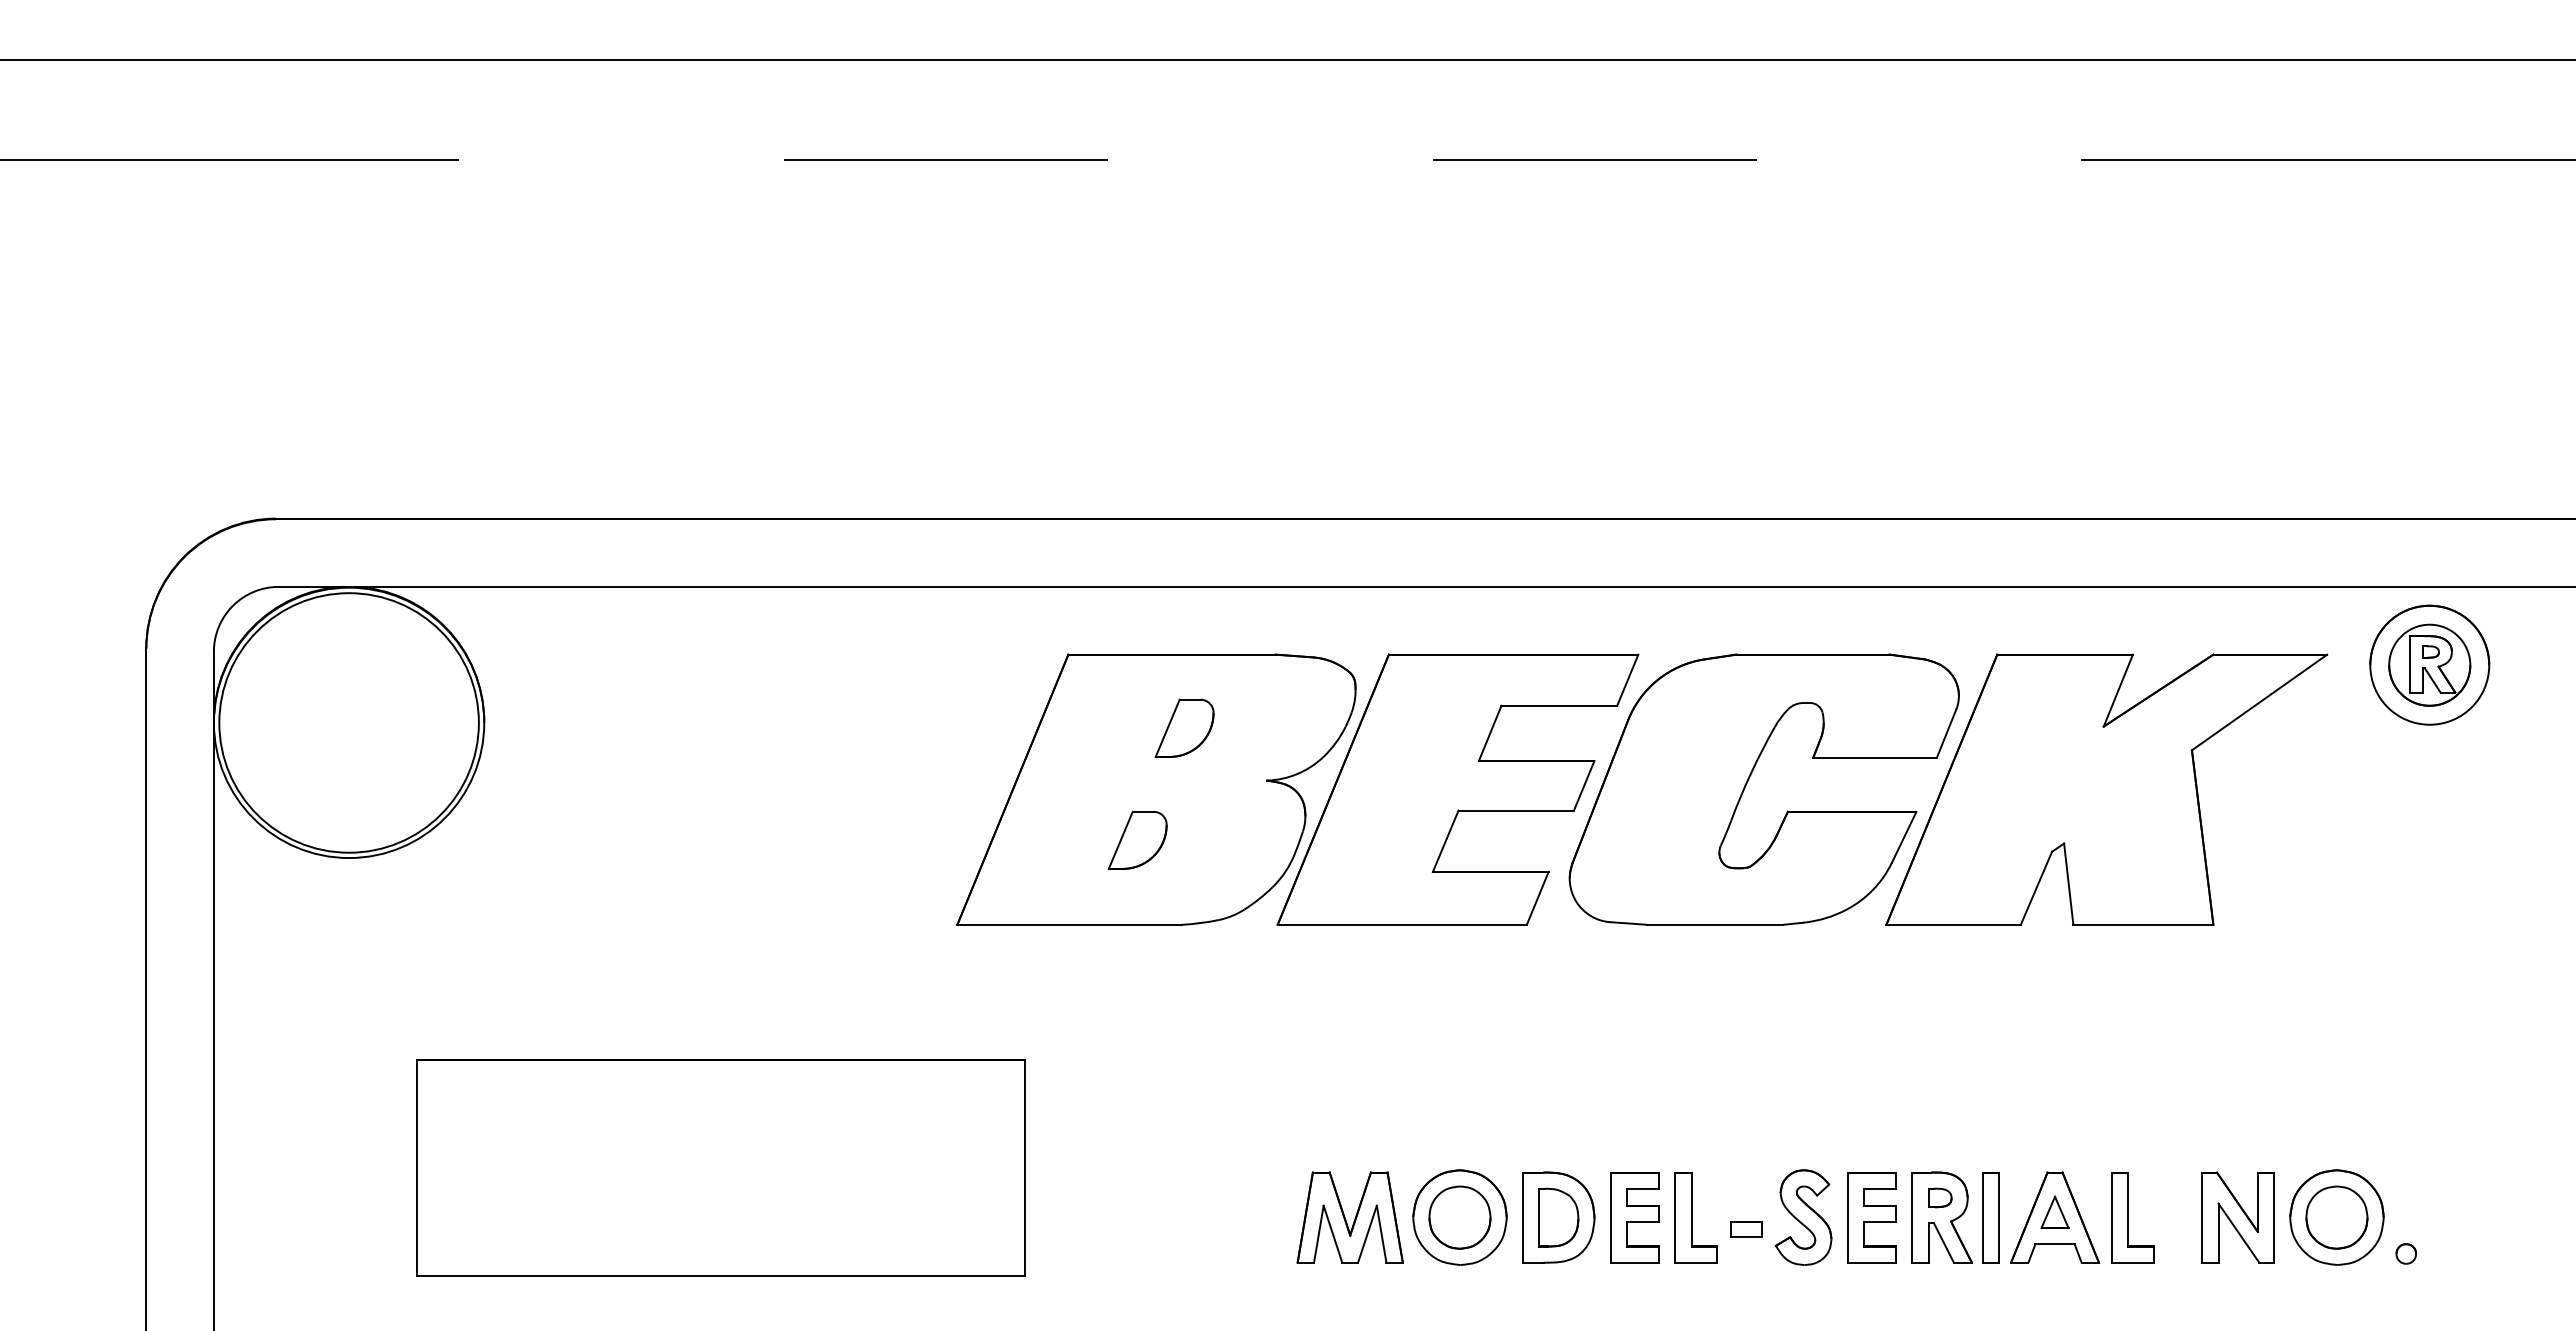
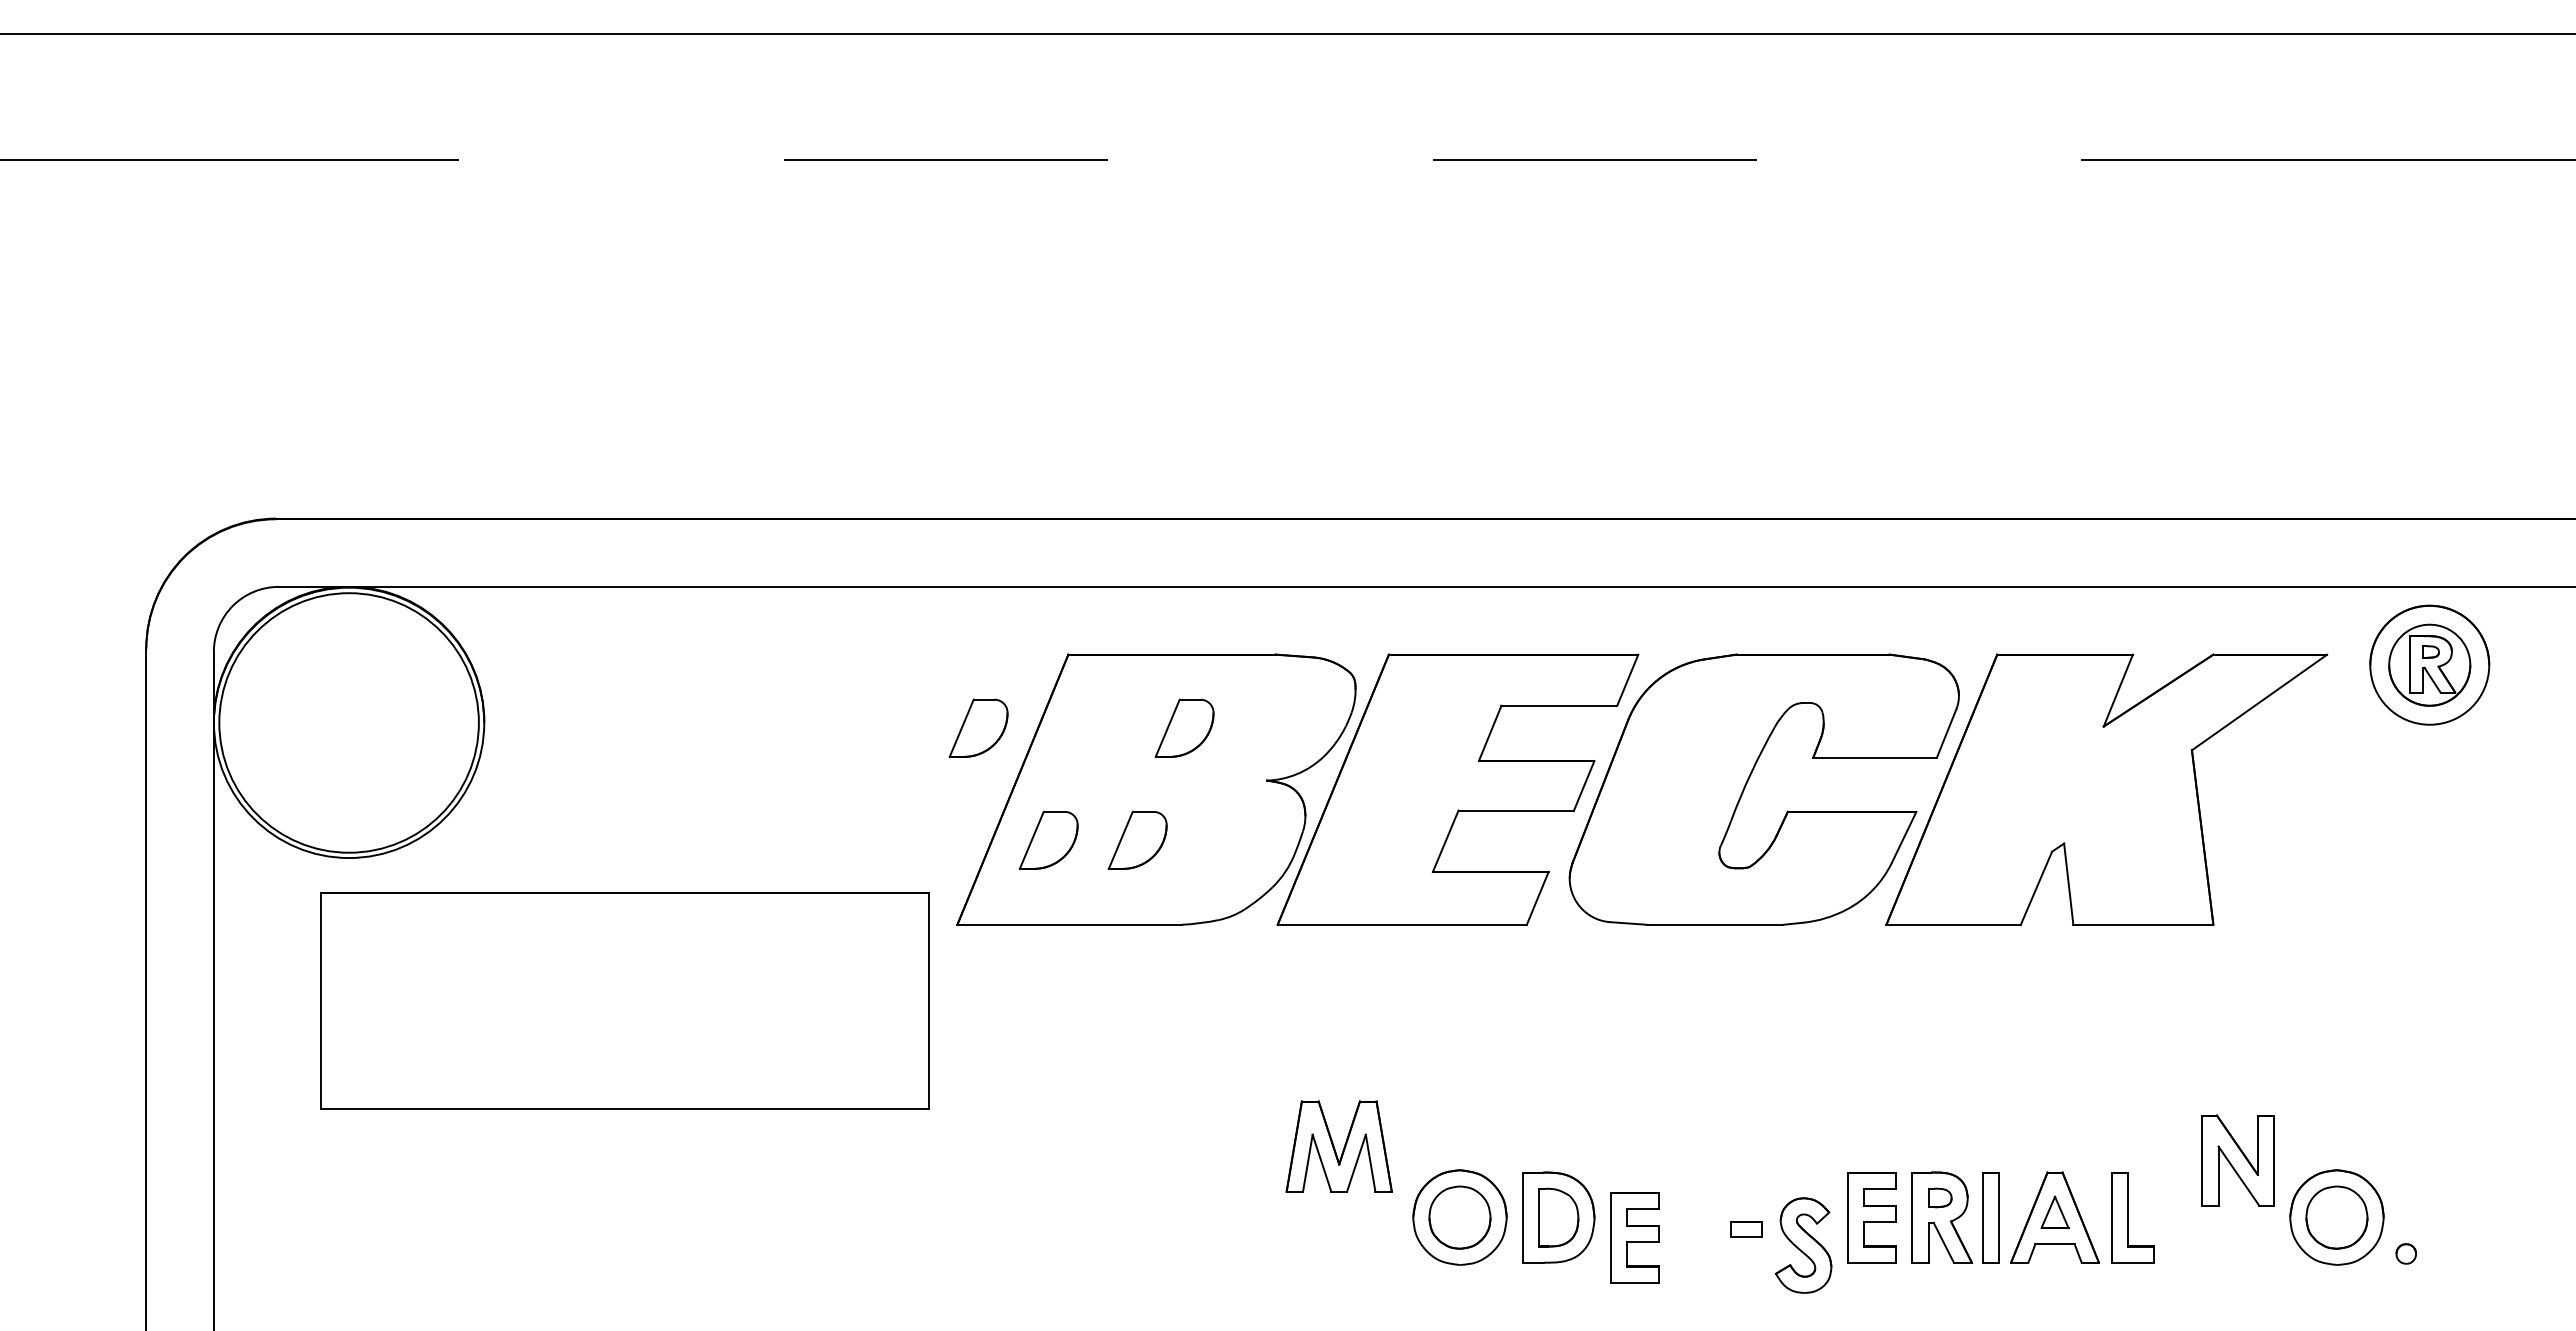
line at (1287, 60) position: (1287, 60) -> (1287, 34)
part at (978, 727): none -> present
part at (1048, 839): none -> present
part at (720, 1167) position: (720, 1167) -> (624, 1000)
part at (1349, 1217) position: (1349, 1217) -> (1338, 1146)
part at (1634, 1217) position: (1634, 1217) -> (1634, 1237)
part at (1695, 1217): present -> none
part at (1803, 1217) position: (1803, 1217) -> (1803, 1245)
part at (2237, 1217) position: (2237, 1217) -> (2237, 1160)
